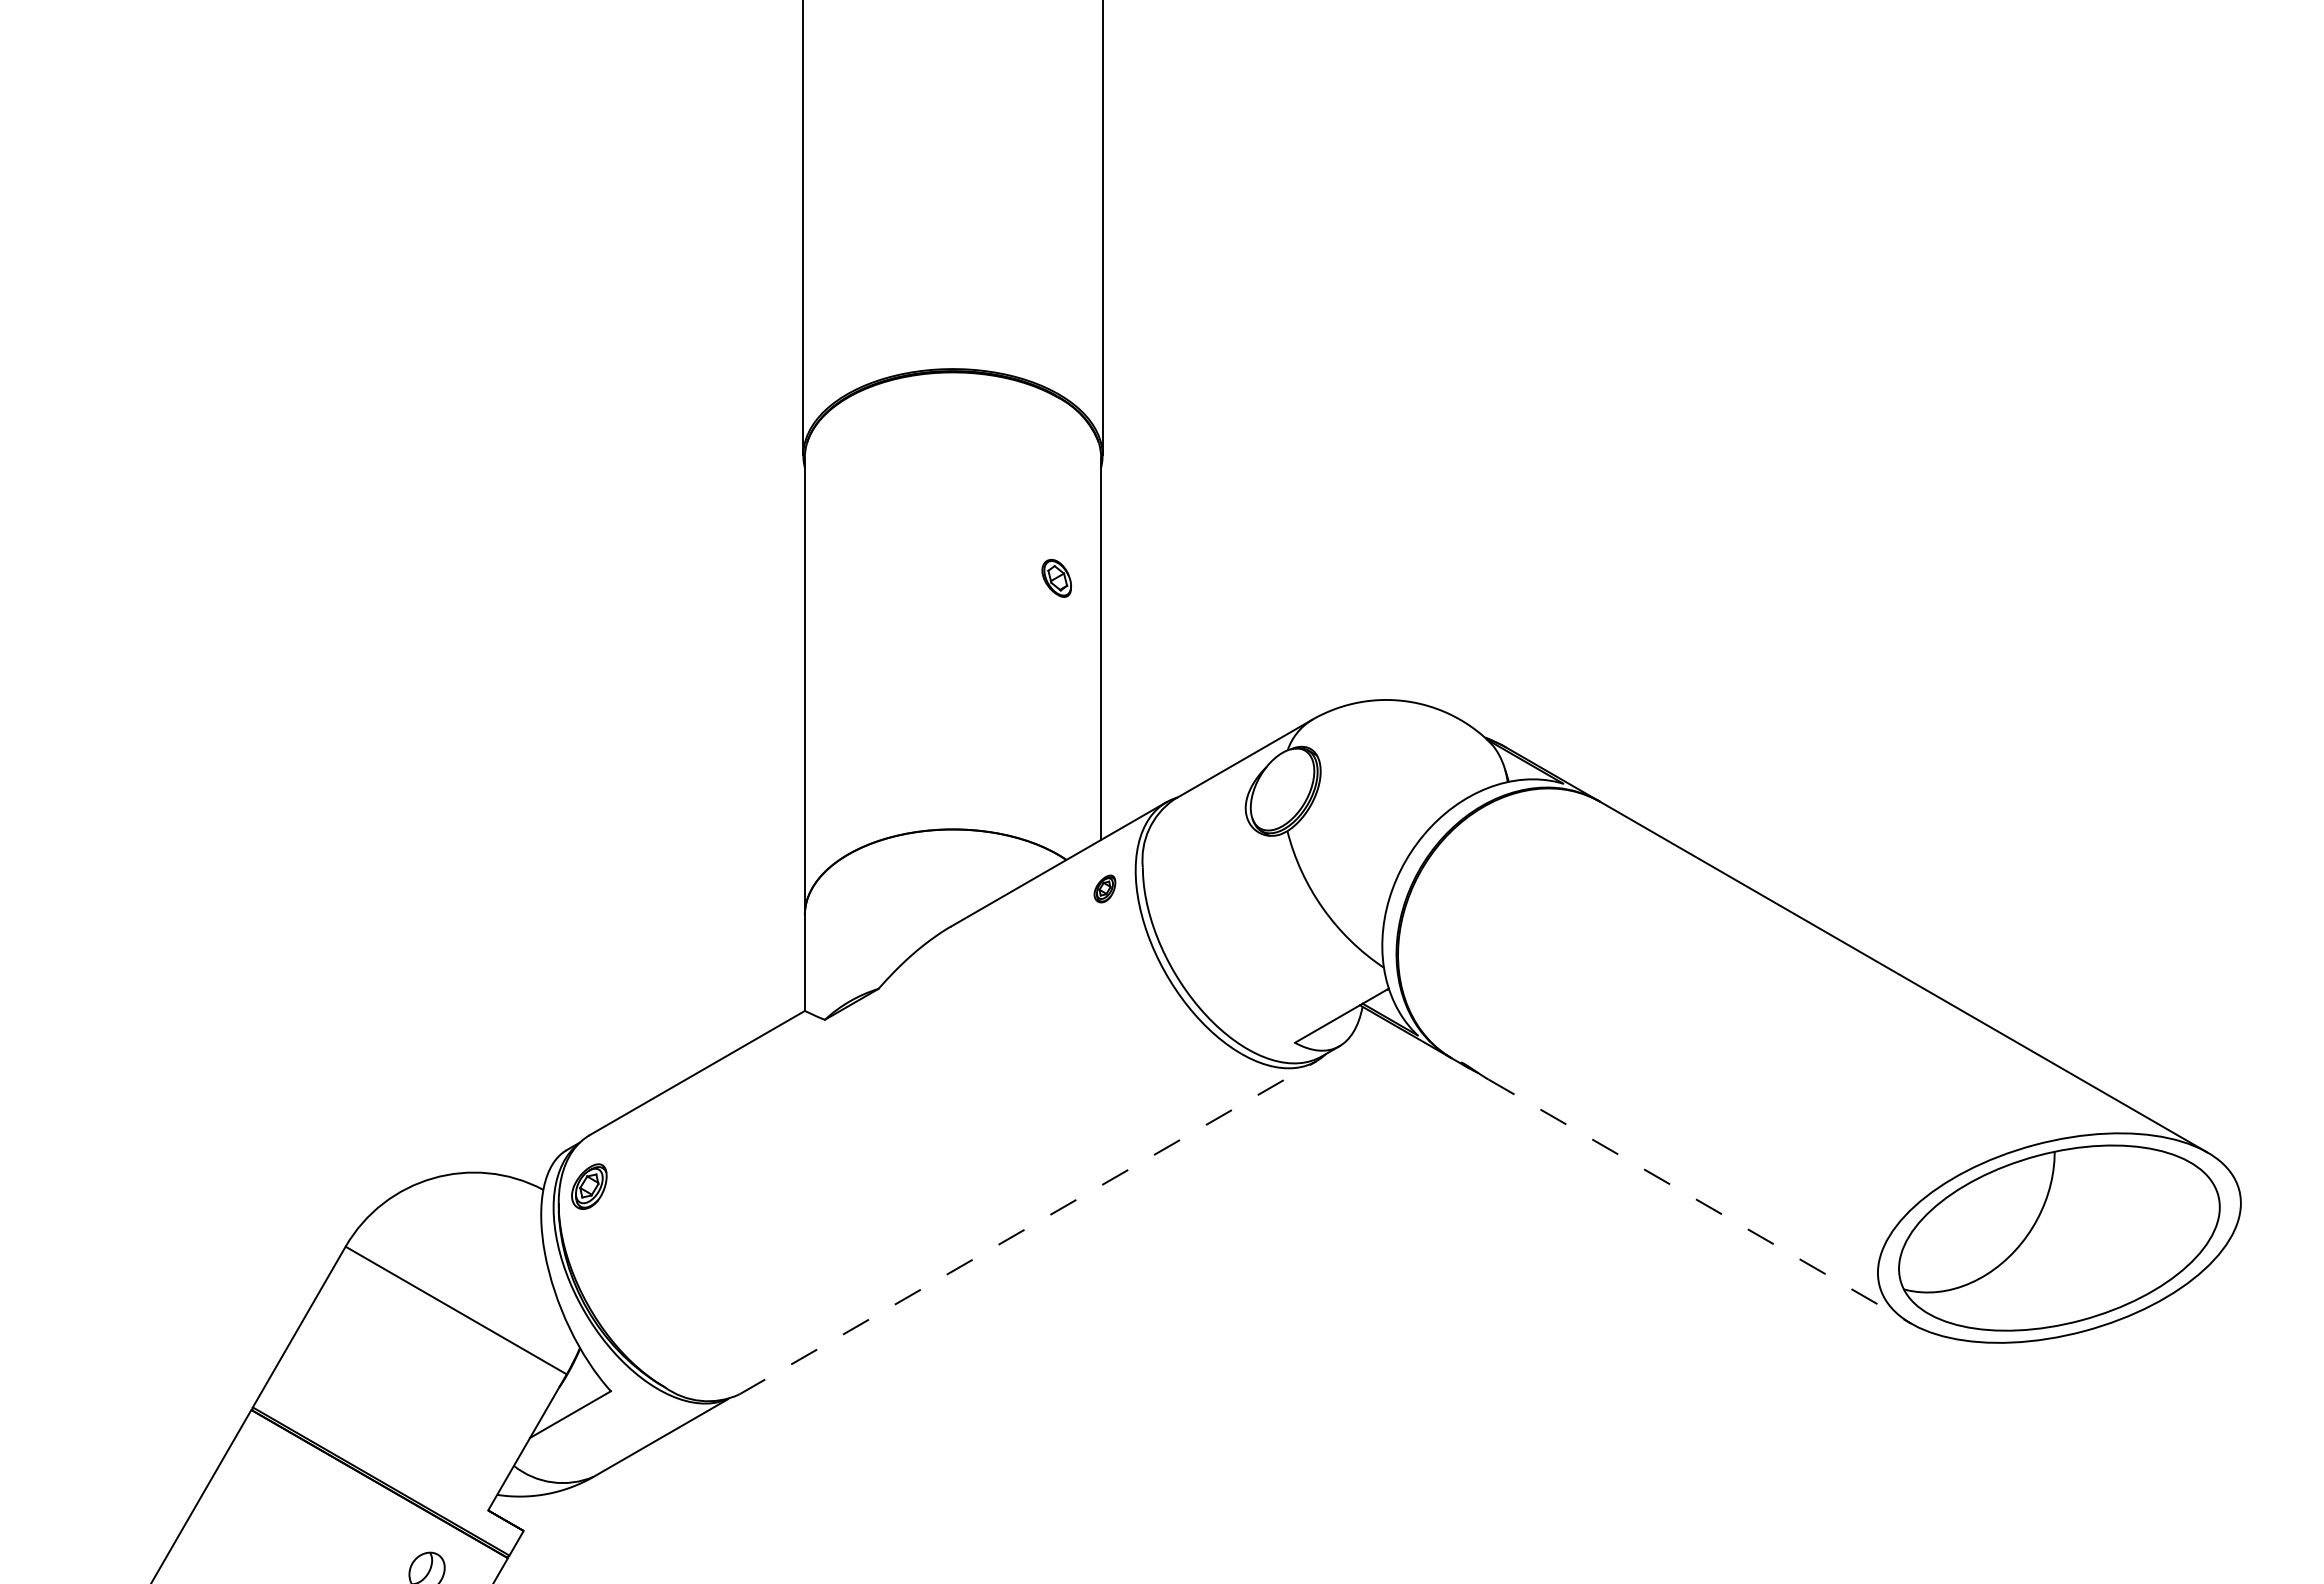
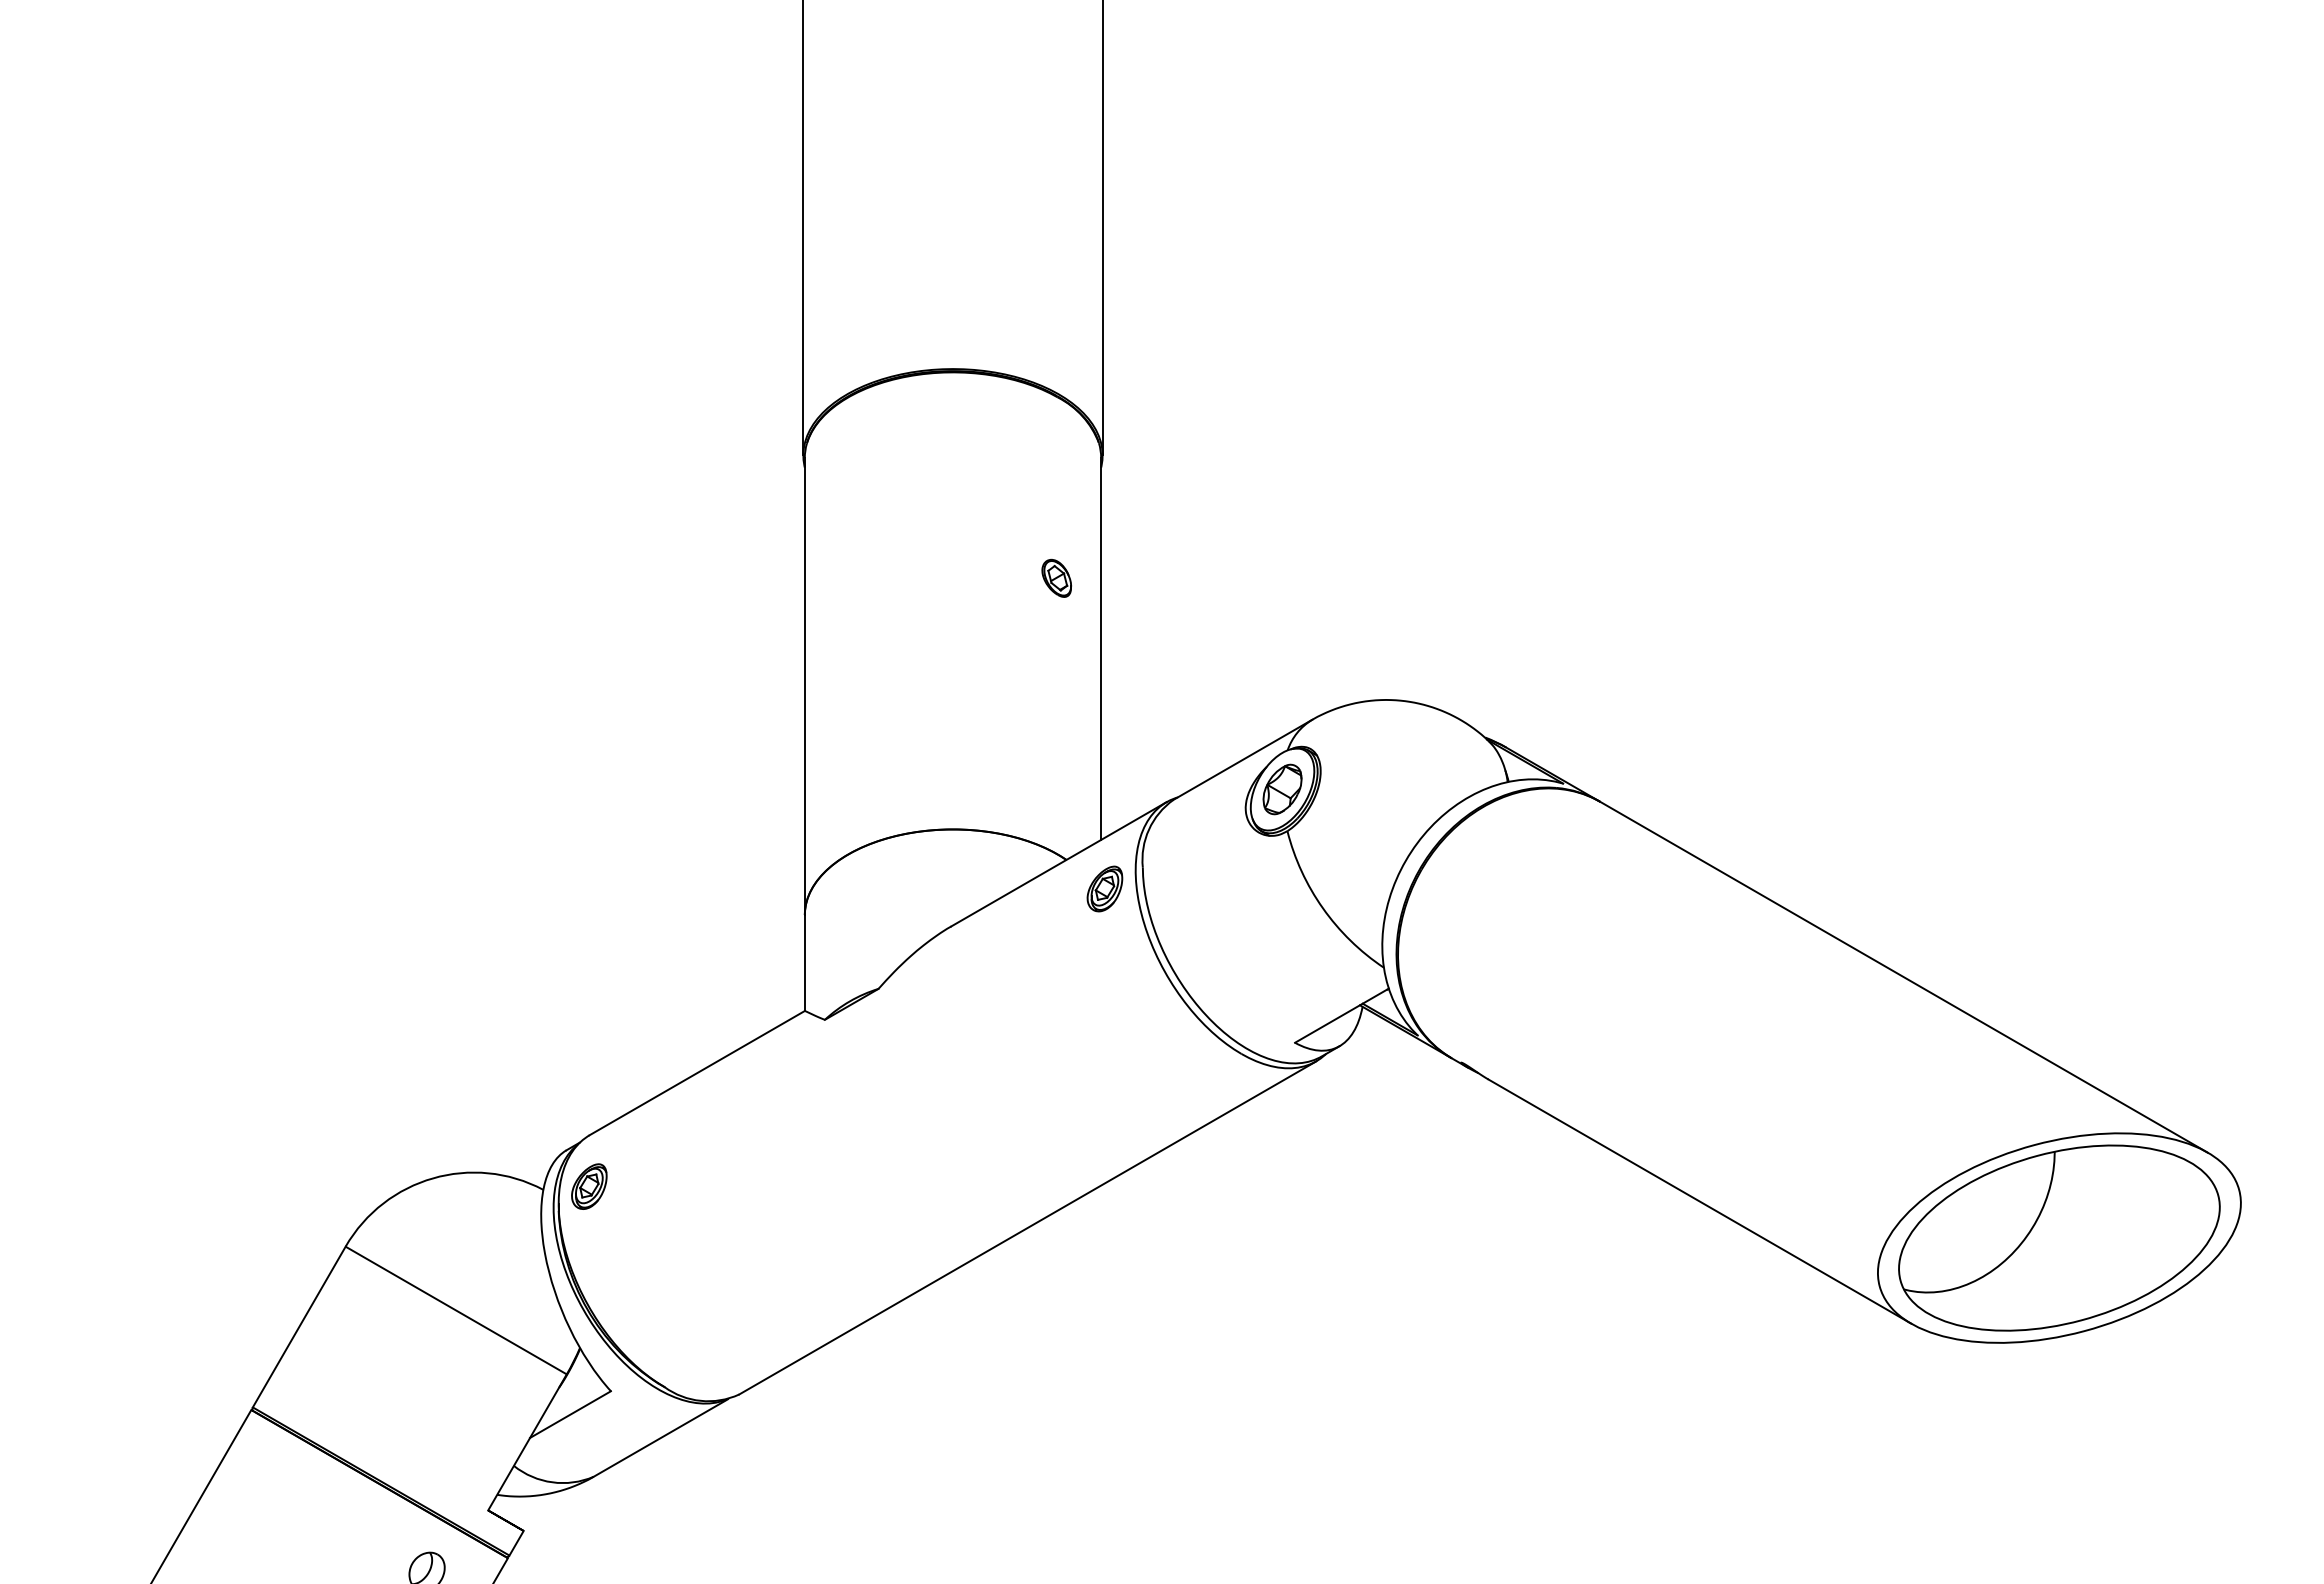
part at (1282, 789): none -> present
part at (1104, 888) size: 24x30 px -> 38x48 px
line at (1700, 1201): dashed -> solid
line at (1028, 1227): dashed -> solid
